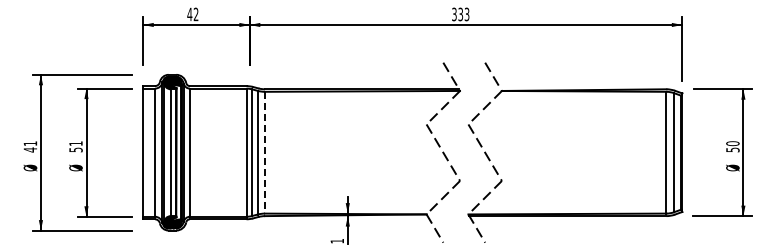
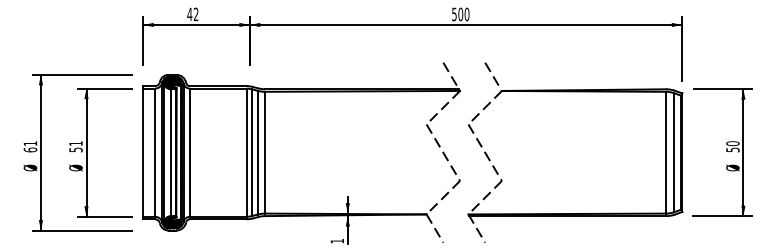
text at (460, 14): 333 -> 500
text at (30, 149): 41 -> 61
line at (265, 152): dashed -> solid
